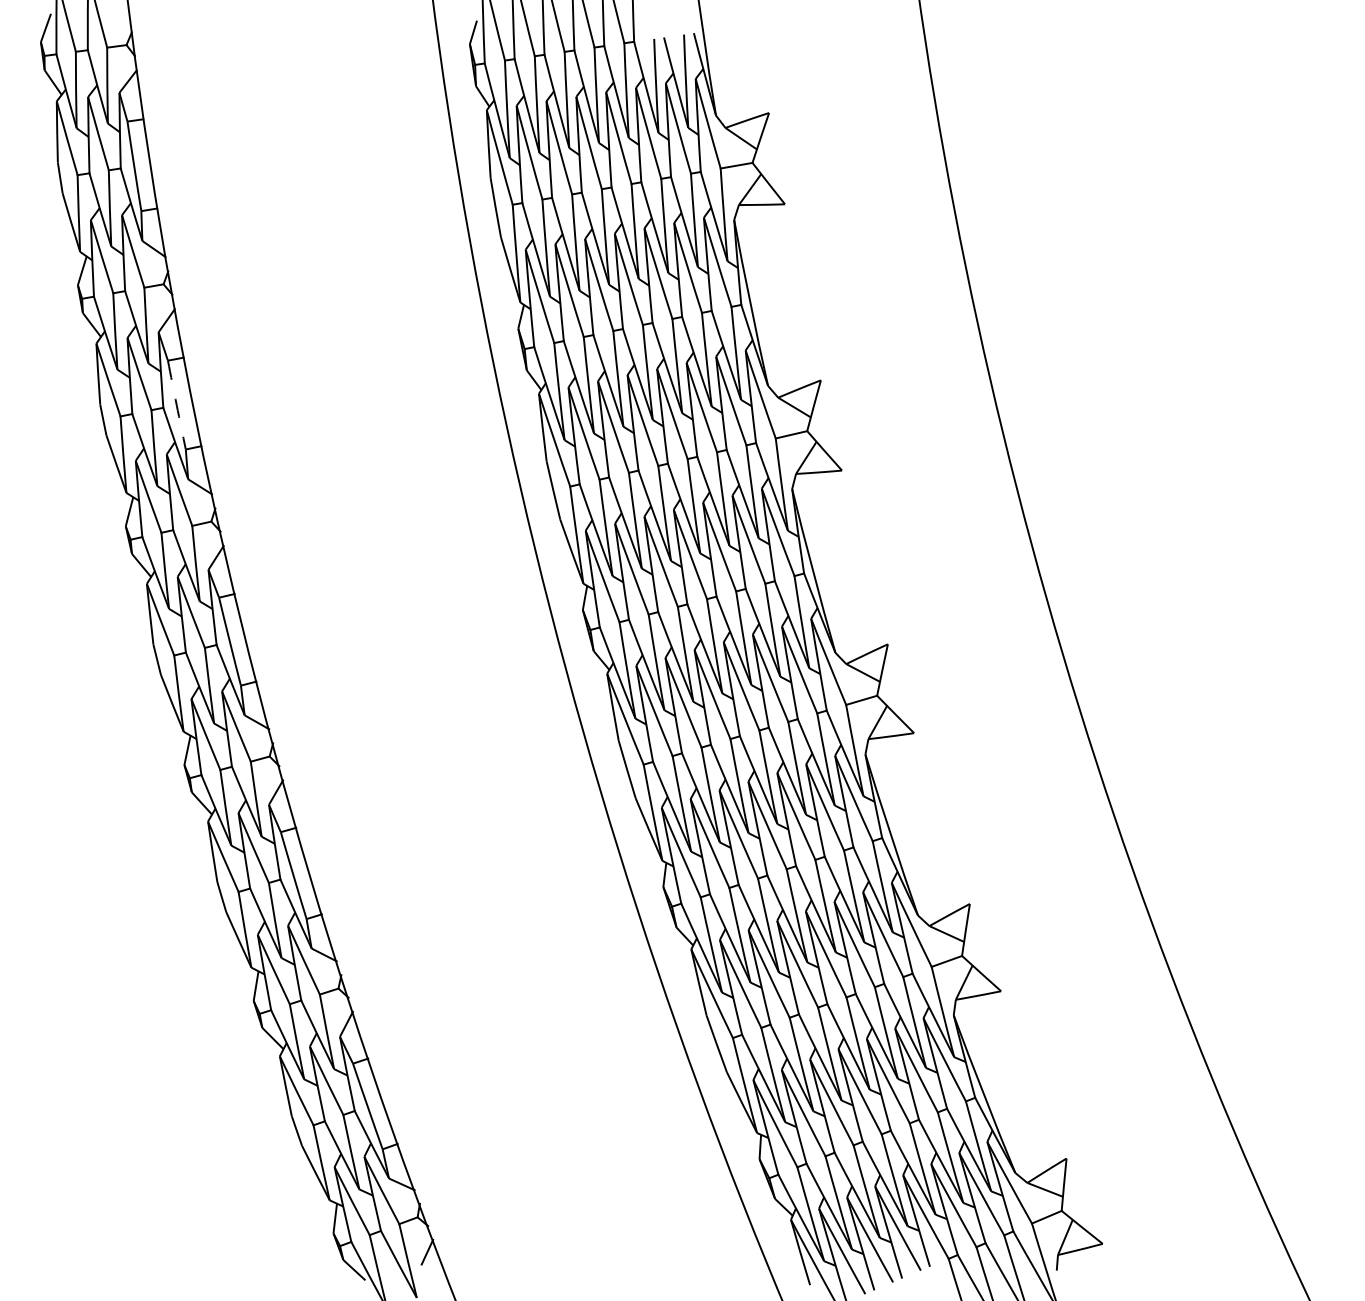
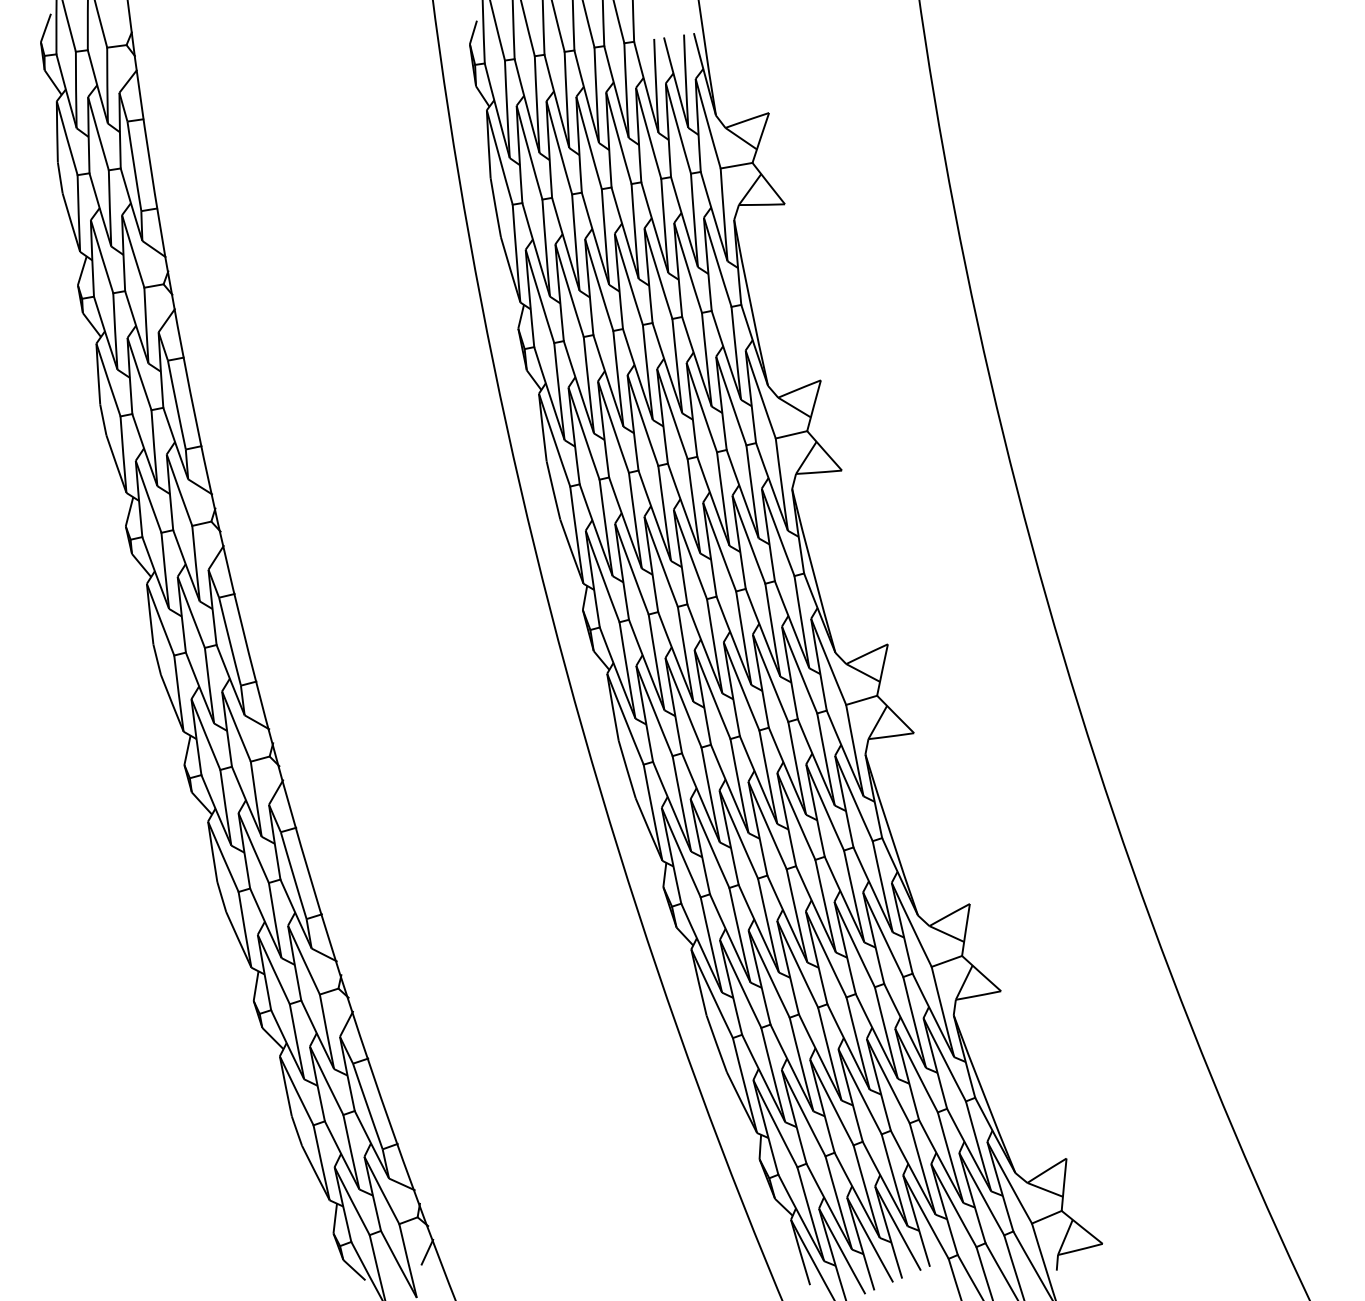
arc at (176, 405): dashed -> solid
